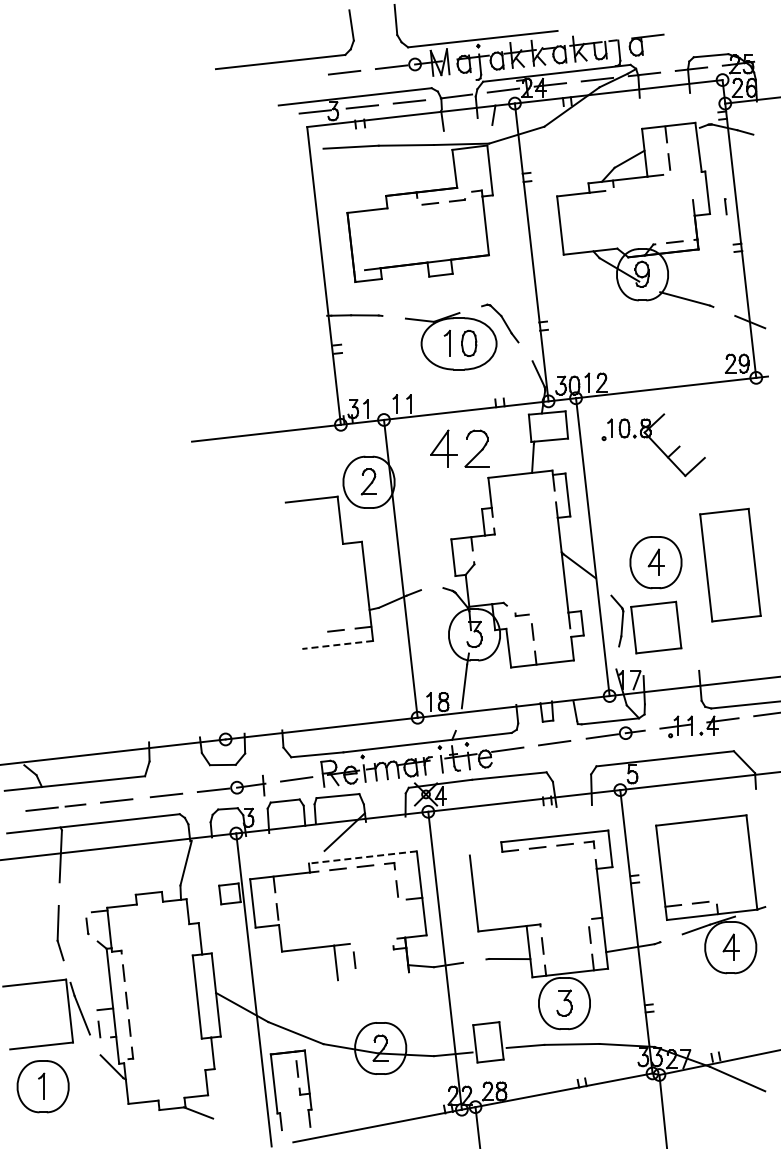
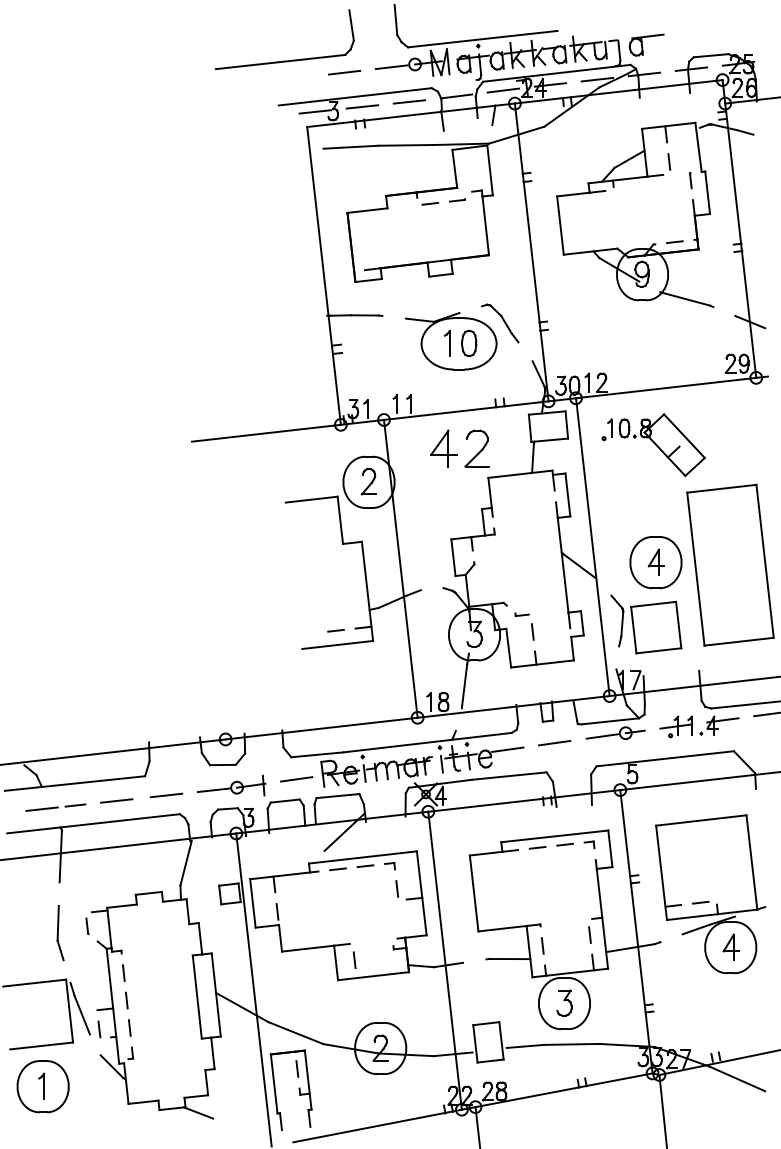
line at (725, 206) position: (725, 206) -> (690, 180)
line at (684, 435): none -> present
part at (730, 564) size: 63x116 px -> 89x164 px
line at (337, 644): dashed -> solid
line at (485, 853): none -> present
line at (362, 857): dashed -> solid
line at (373, 976): none -> present
